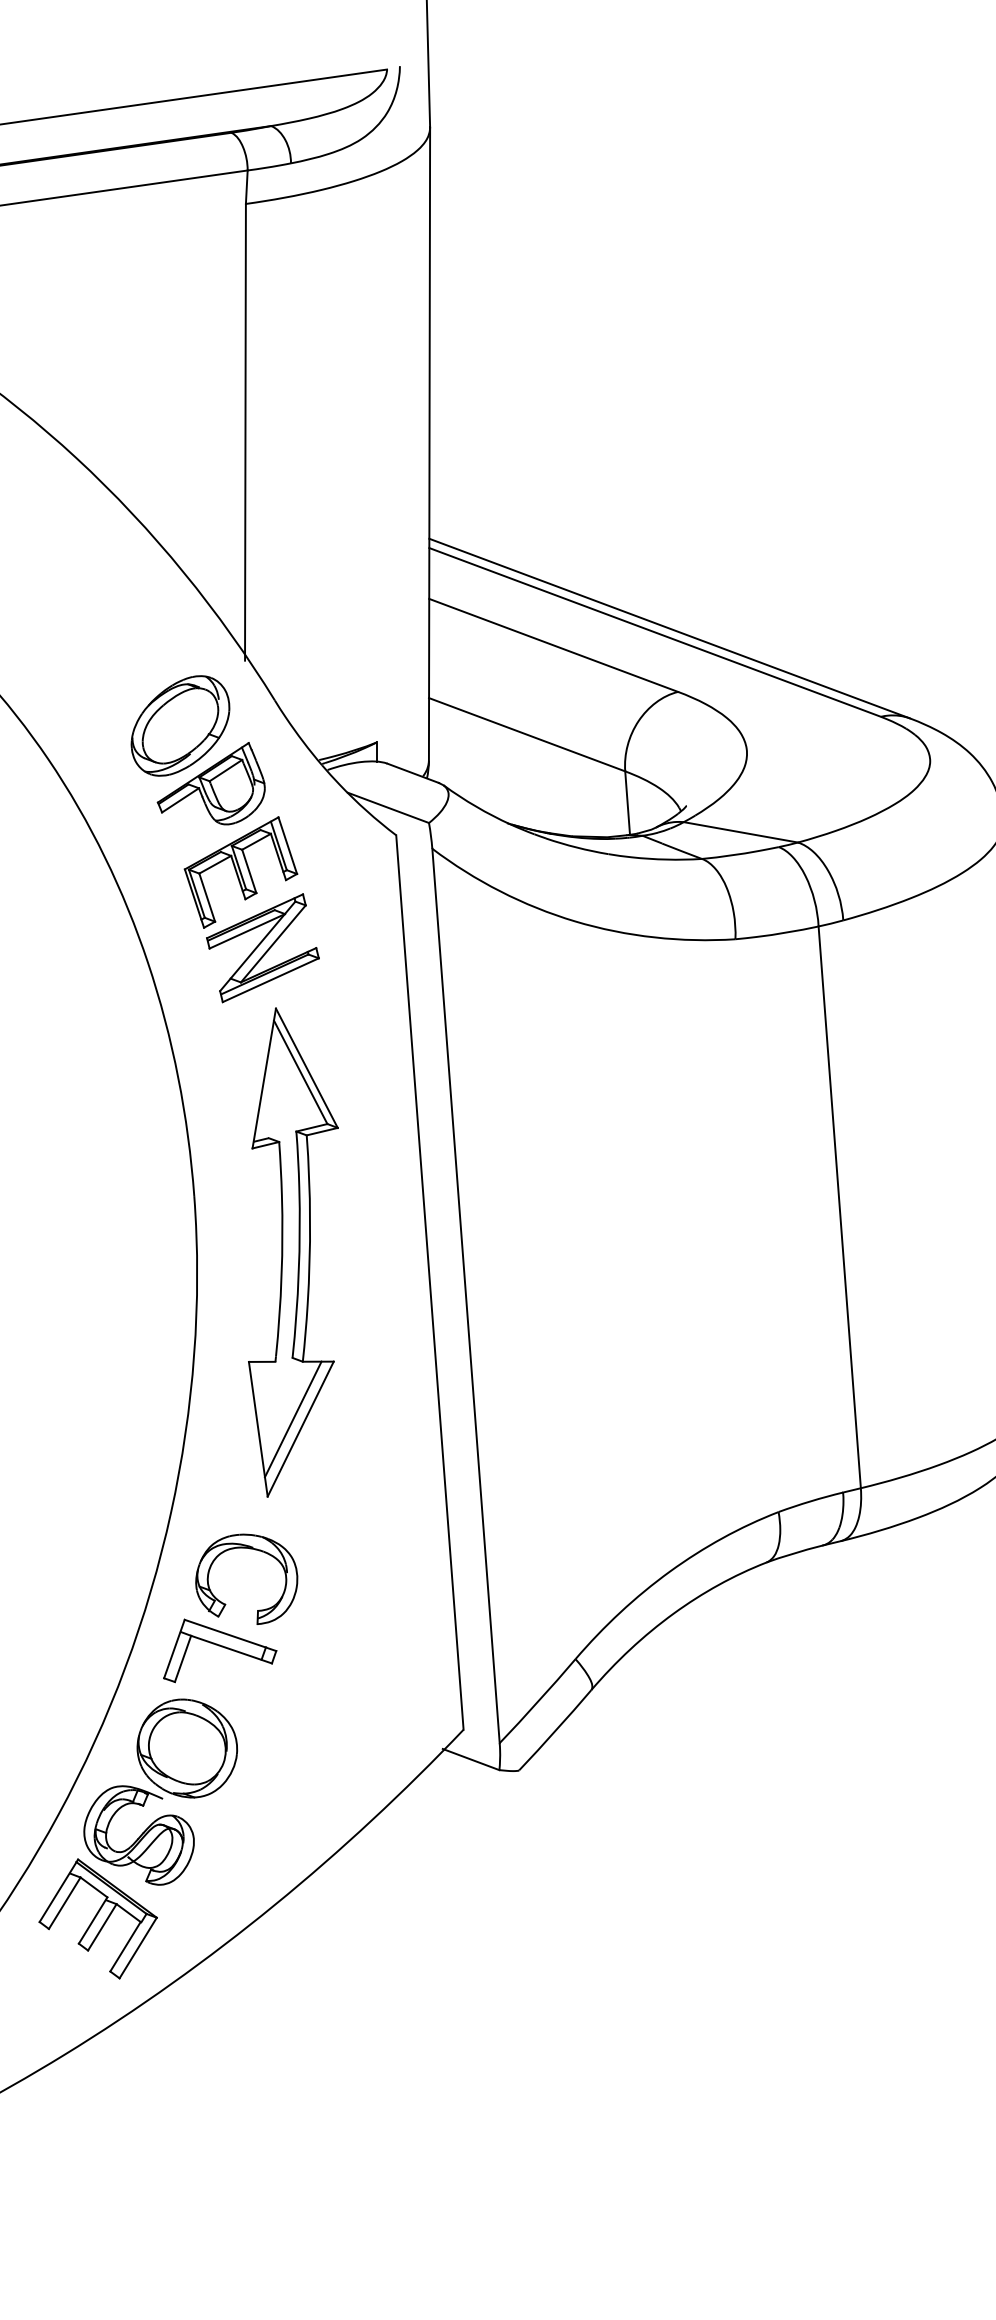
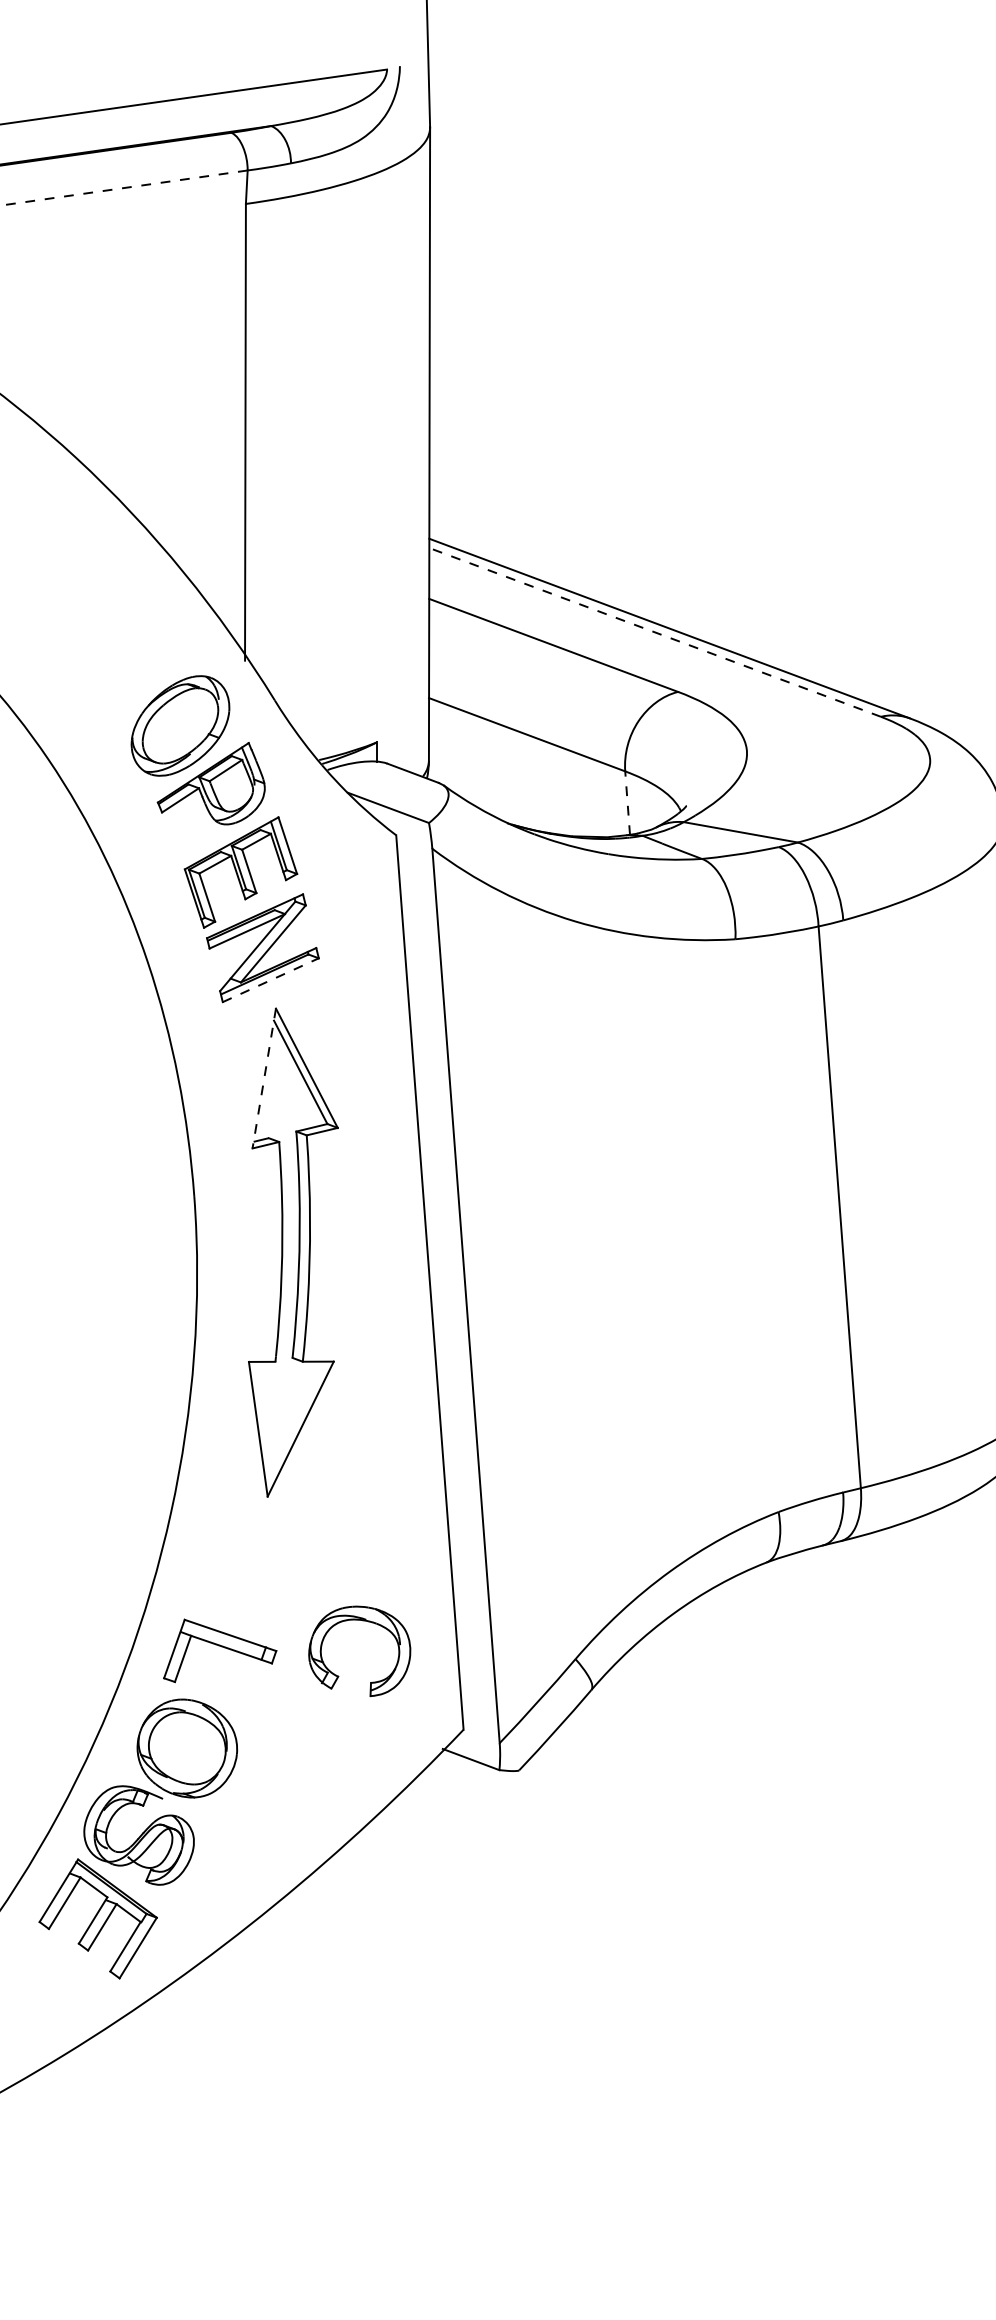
line at (123, 188): solid -> dashed
line at (654, 632): solid -> dashed
line at (627, 803): solid -> dashed
line at (270, 980): solid -> dashed
line at (264, 1078): solid -> dashed
line at (292, 1419): present -> none
part at (249, 1549) position: (249, 1549) -> (362, 1621)
